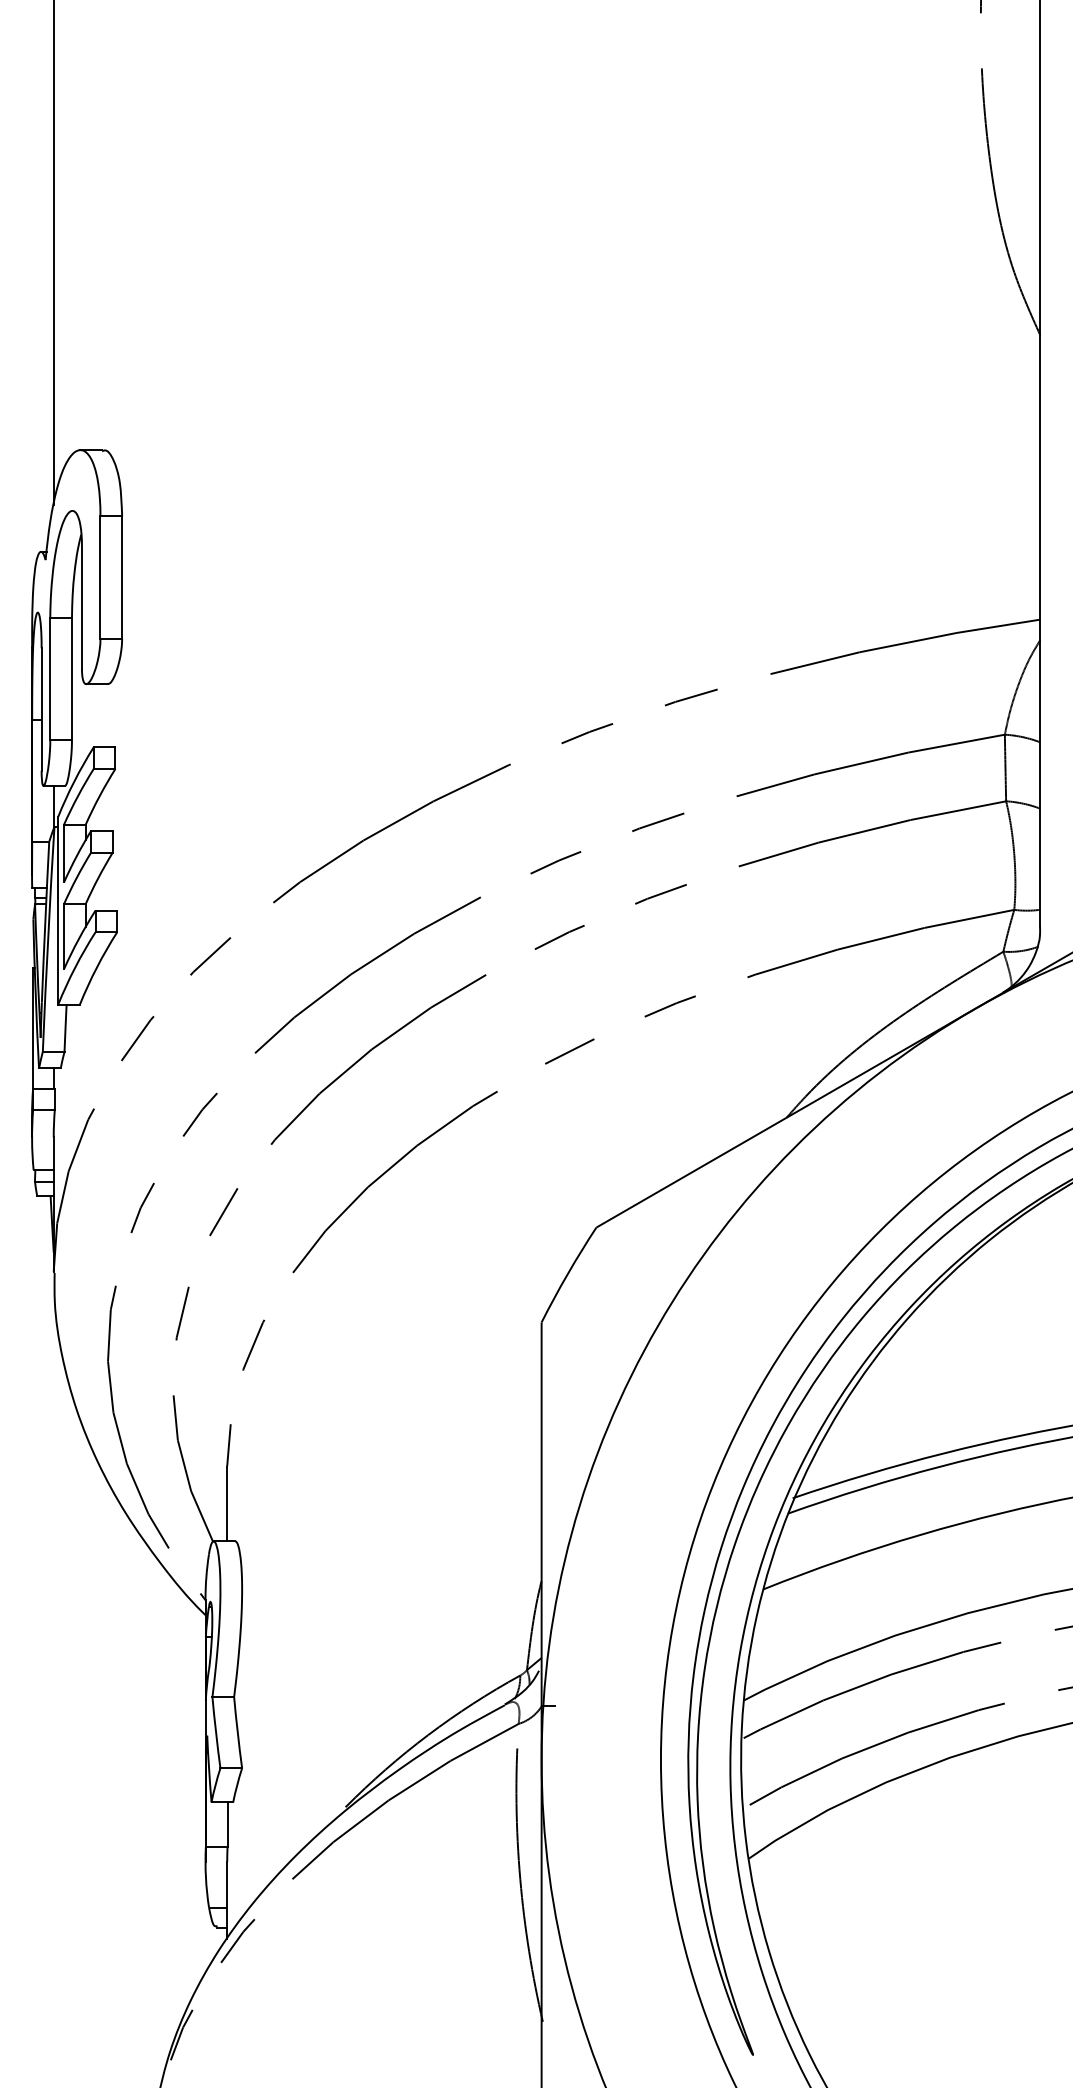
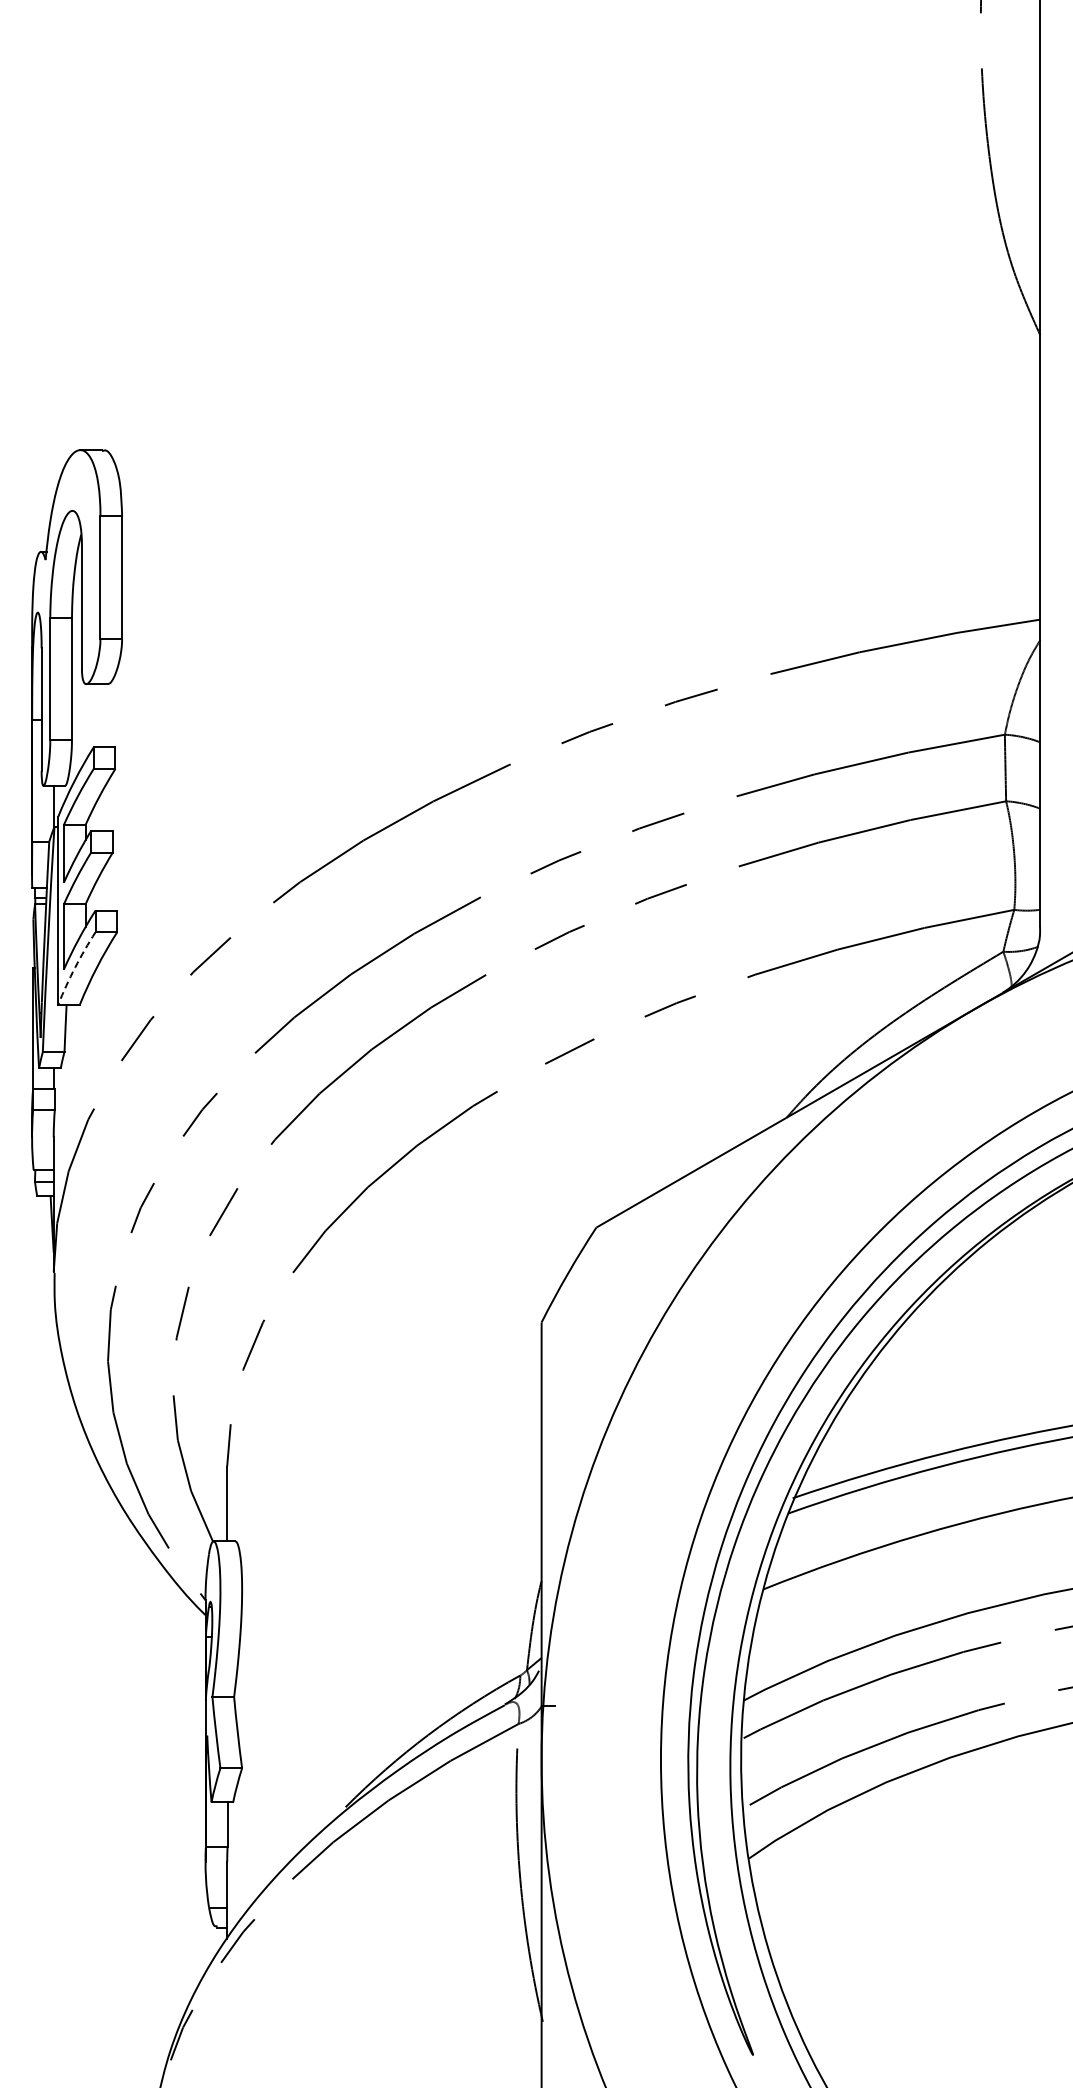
line at (53, 253): present -> none
arc at (75, 967): solid -> dashed
